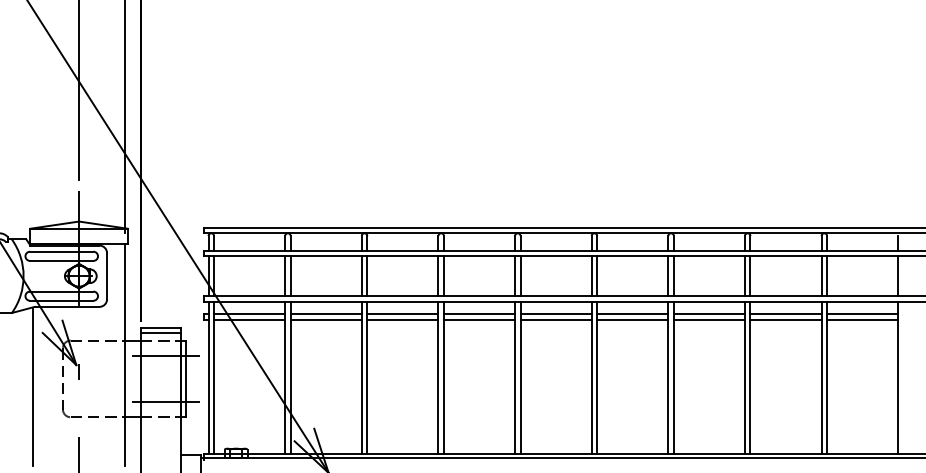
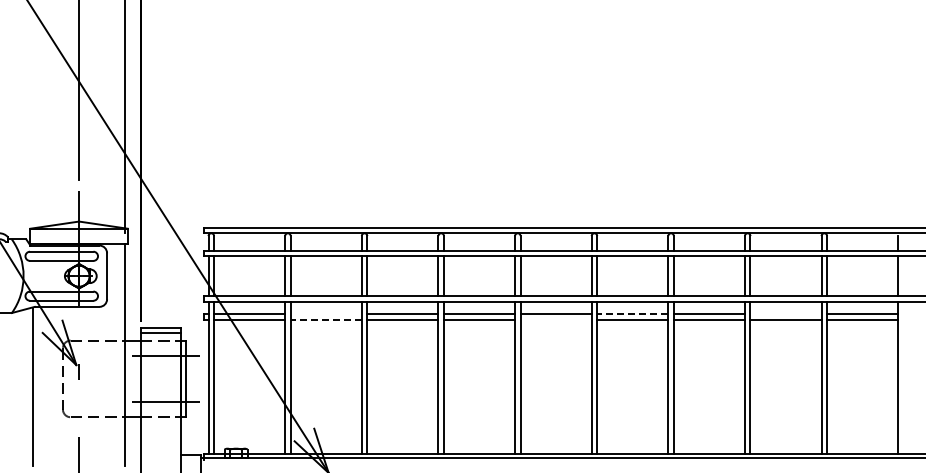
line at (325, 314): present -> none
line at (632, 314): solid -> dashed
line at (785, 314): present -> none
line at (326, 320): solid -> dashed
line at (555, 320): present -> none
